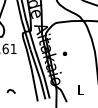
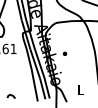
line at (10, 90) position: (10, 90) -> (10, 95)
